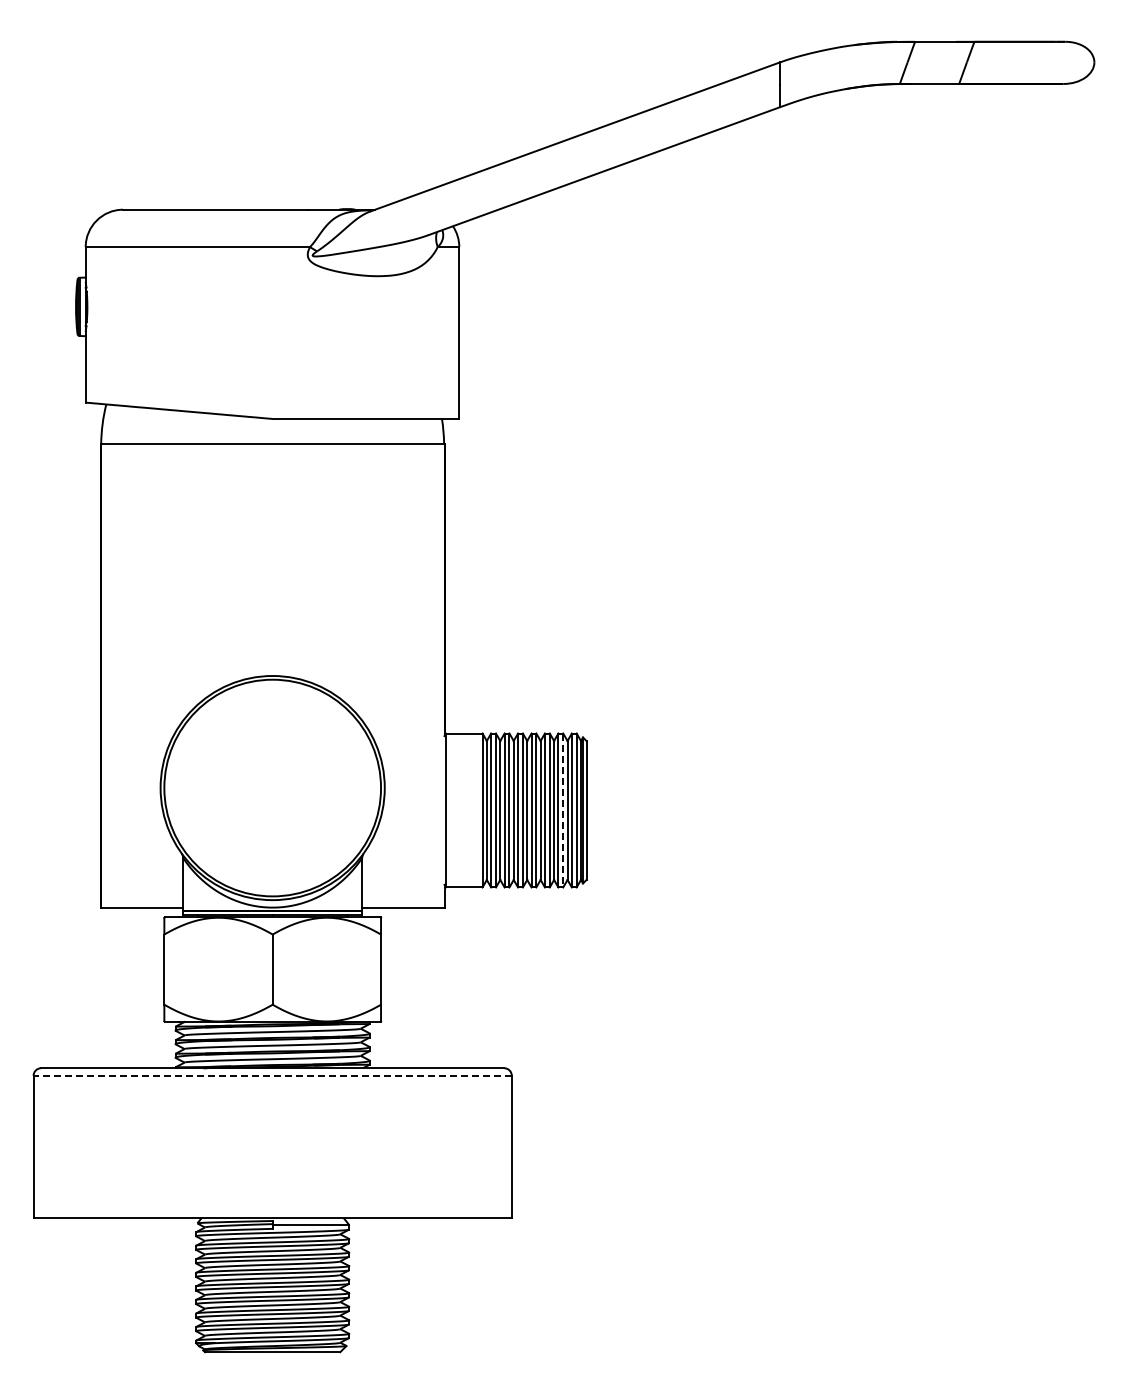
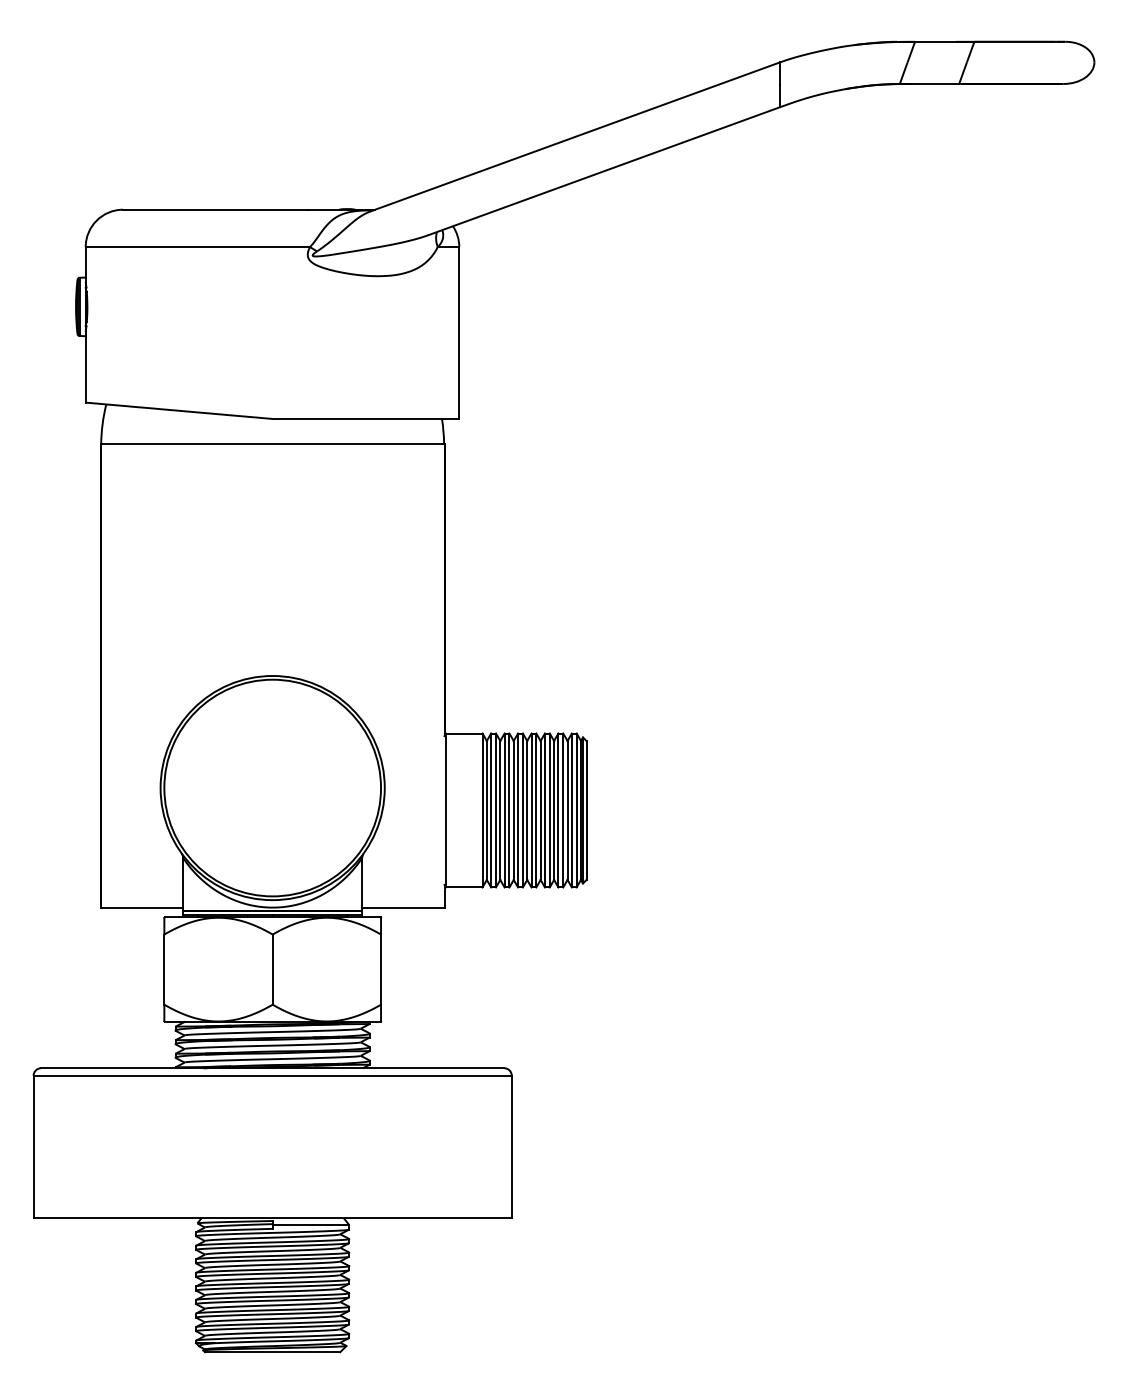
line at (563, 810): dashed -> solid
line at (272, 1075): dashed -> solid
